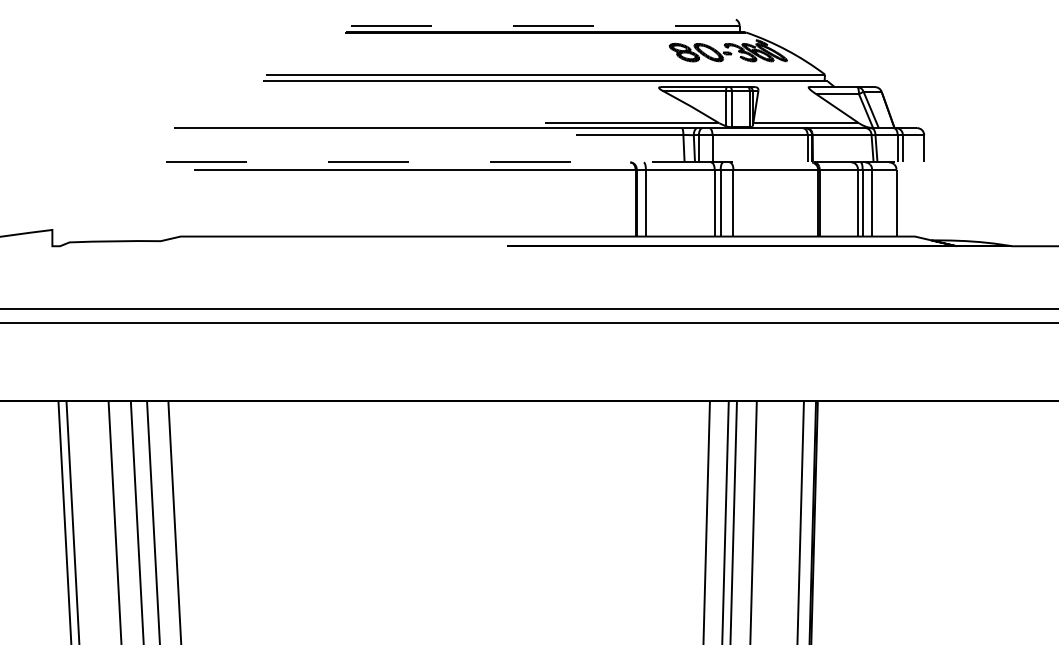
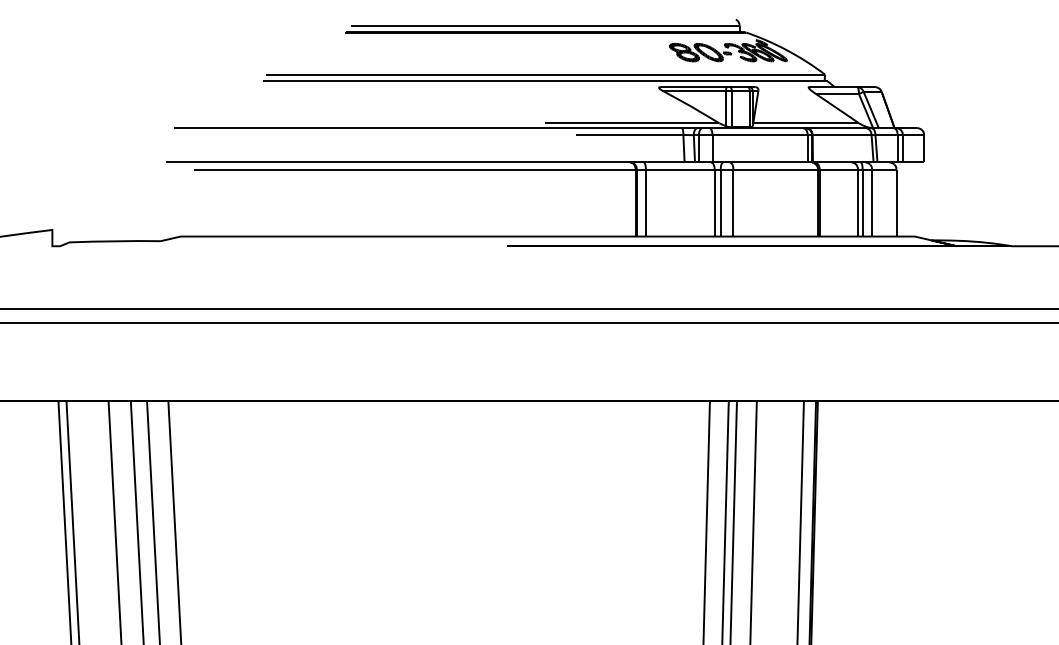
line at (545, 25): dashed -> solid
line at (545, 162): dashed -> solid
